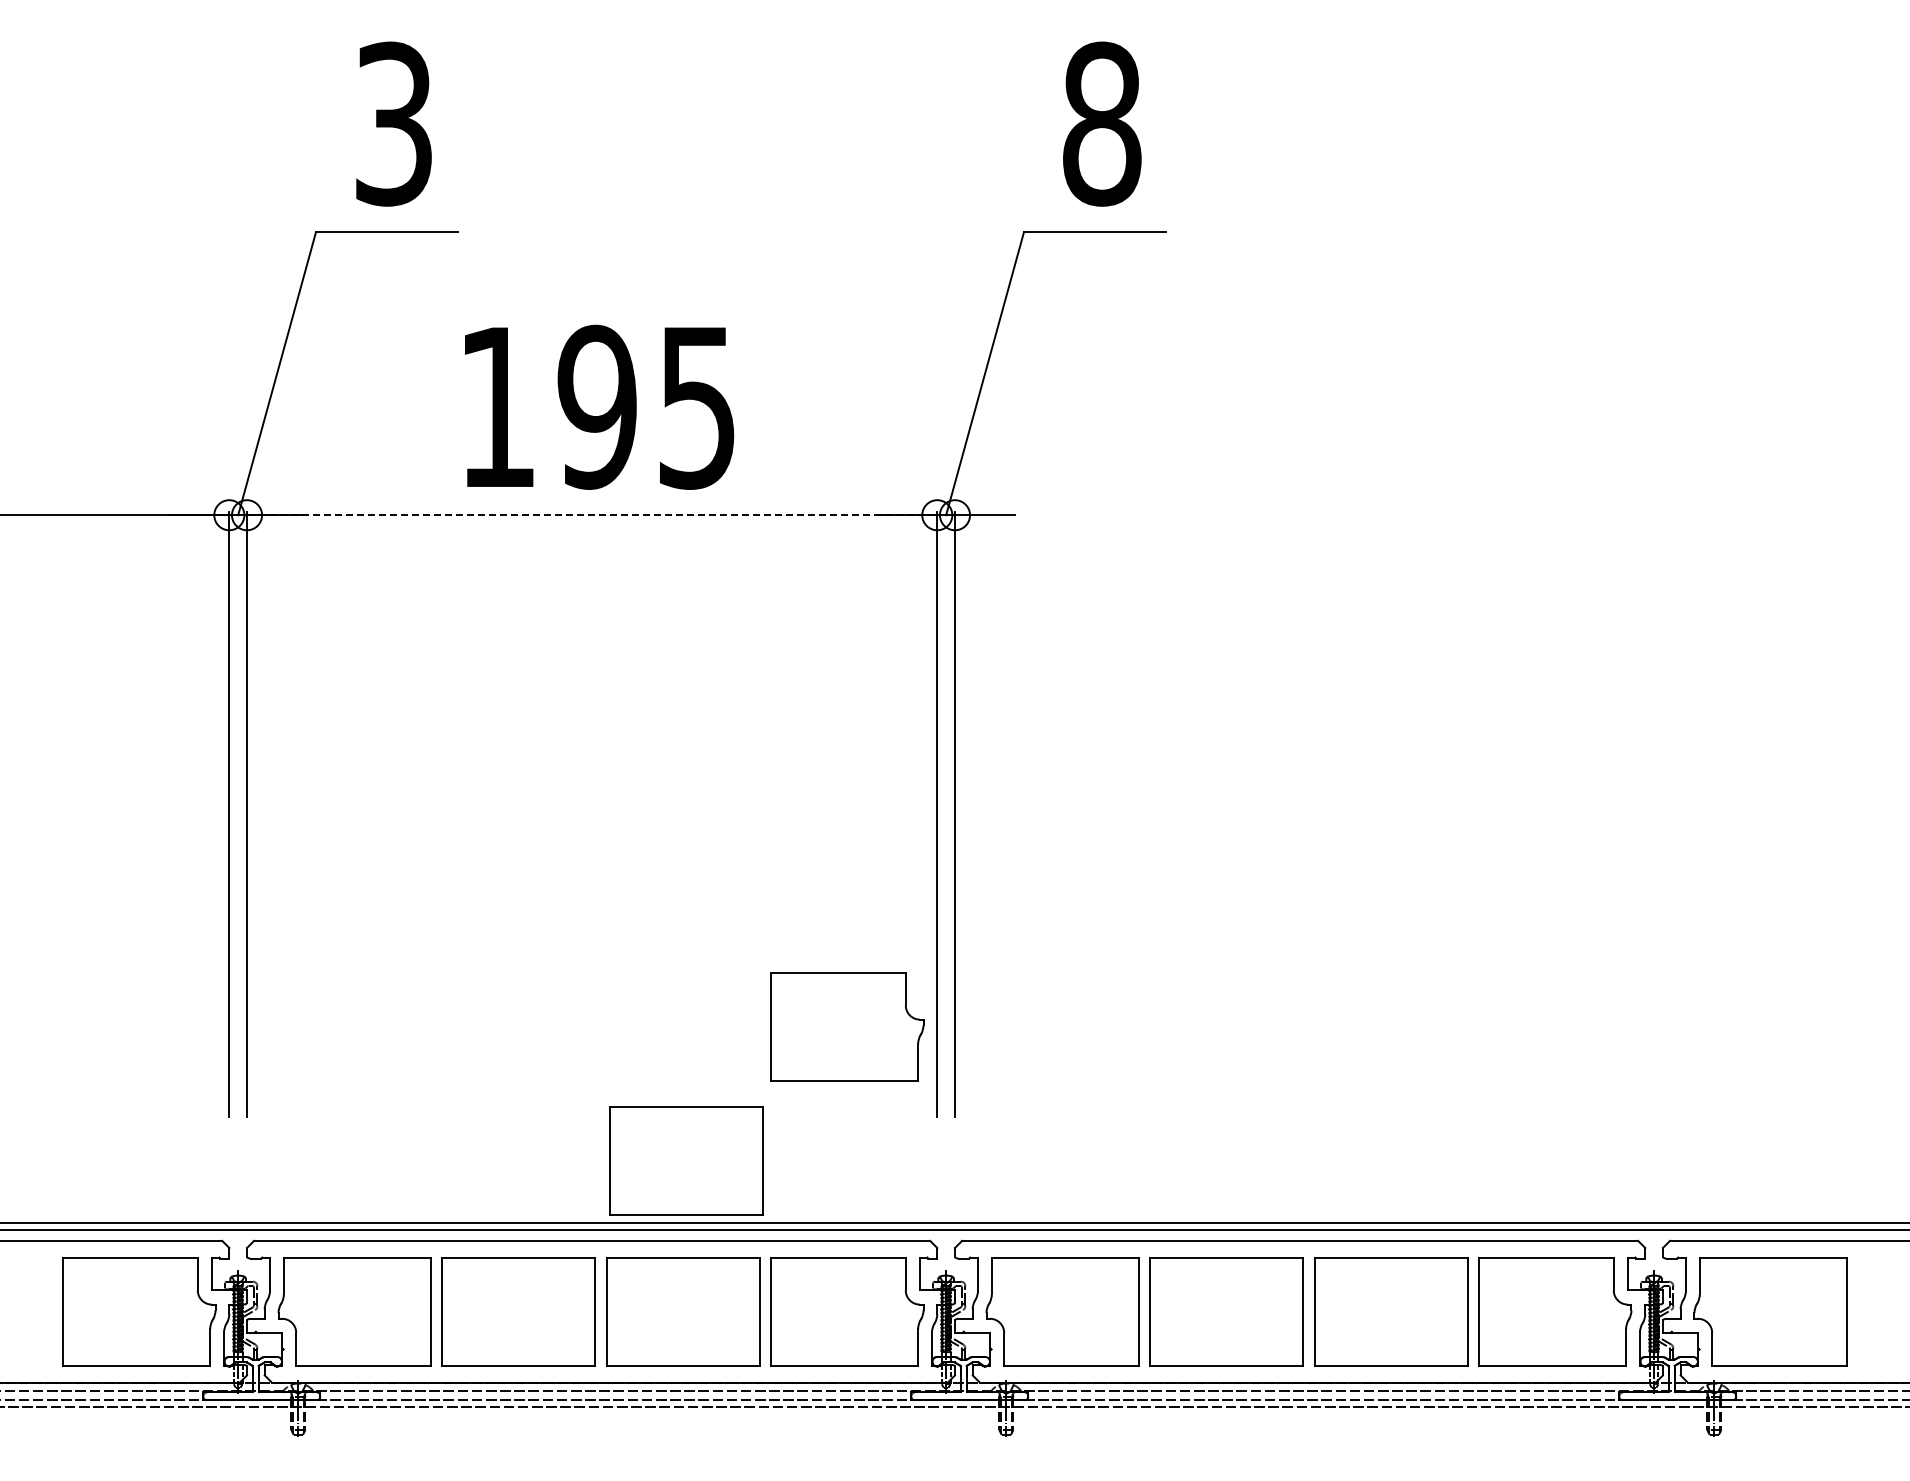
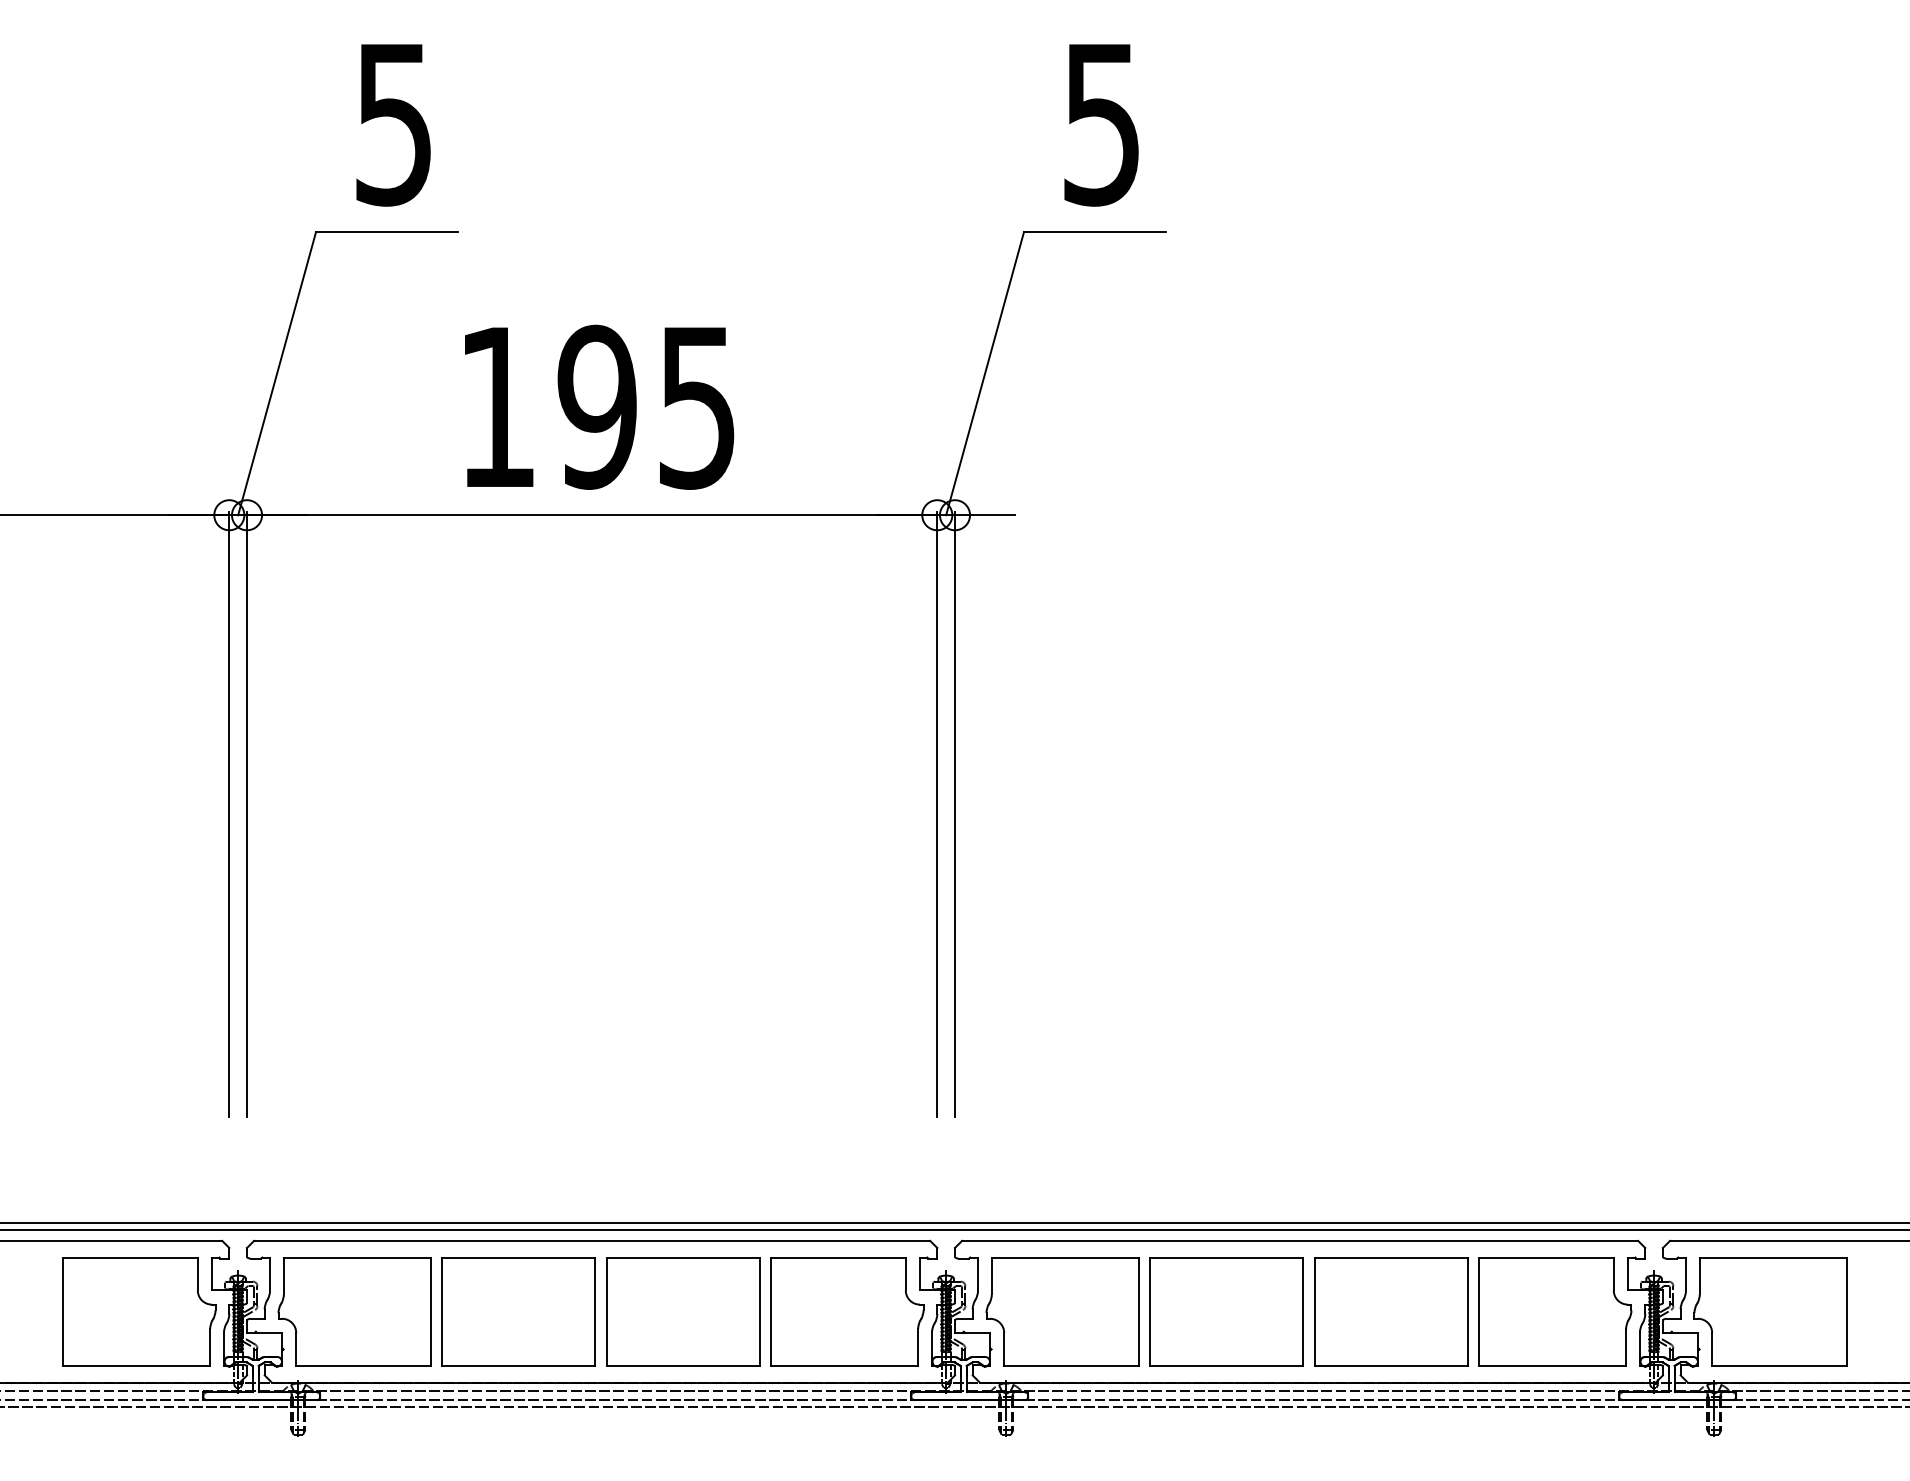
text at (393, 123): 3 -> 5
text at (1102, 123): 8 -> 5
line at (592, 515): dashed -> solid
part at (847, 1026): present -> none
part at (686, 1160): present -> none
